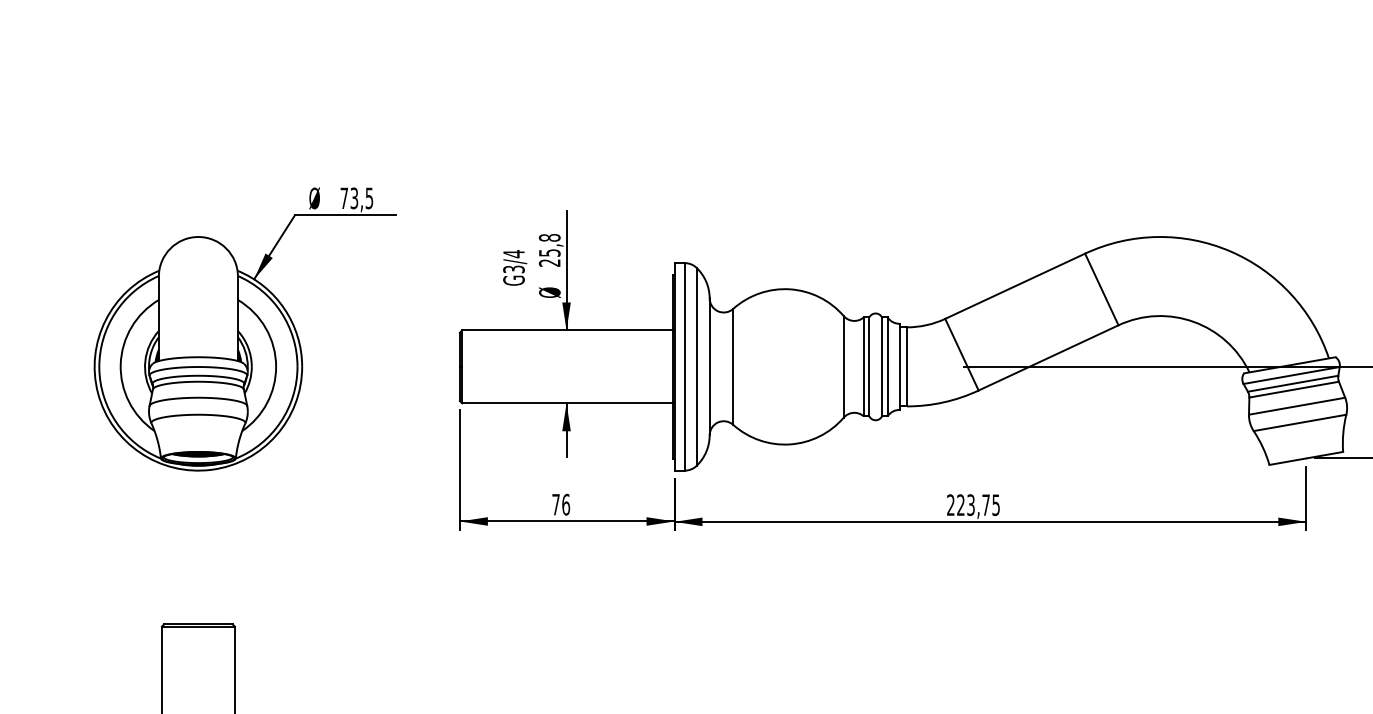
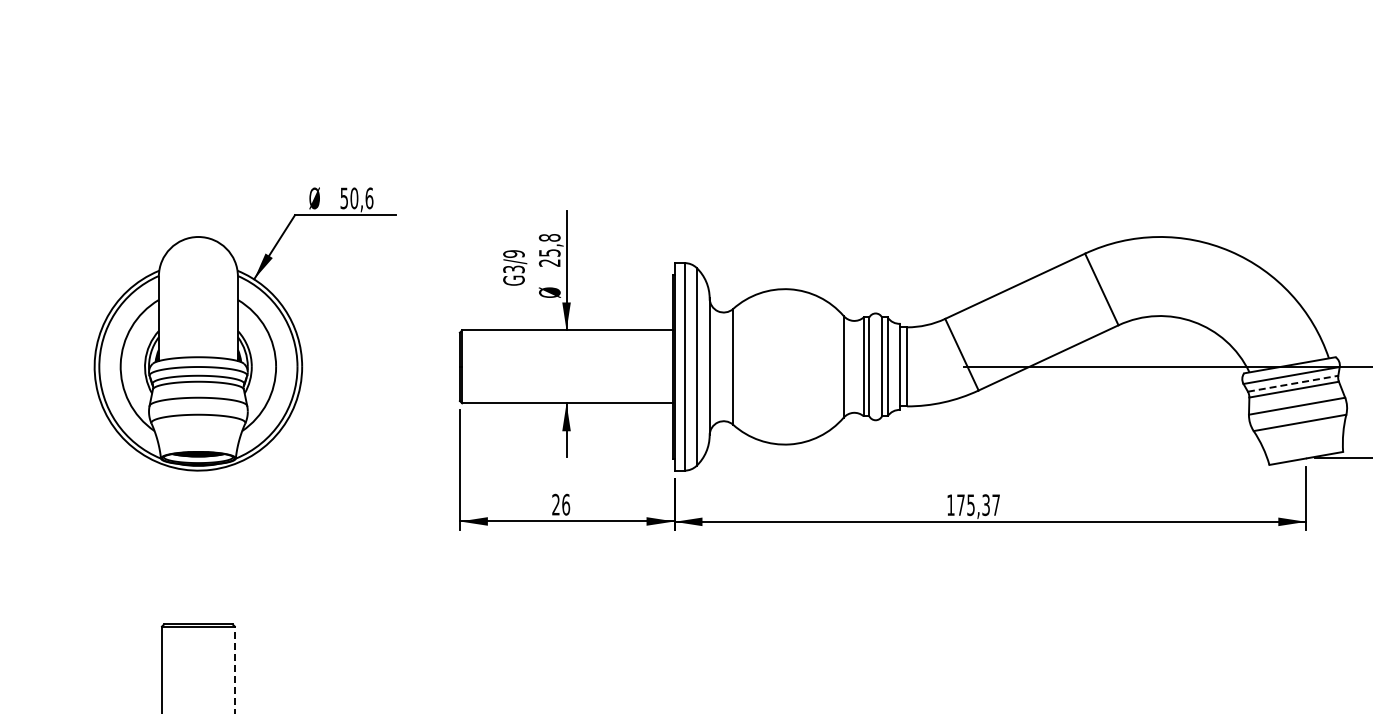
text at (356, 198): 73,5 -> 50,6
text at (513, 254): G3/4 -> G3/9
line at (1293, 383): solid -> dashed
text at (555, 504): 76 -> 26
text at (973, 505): 223,75 -> 175,37
line at (234, 669): solid -> dashed
